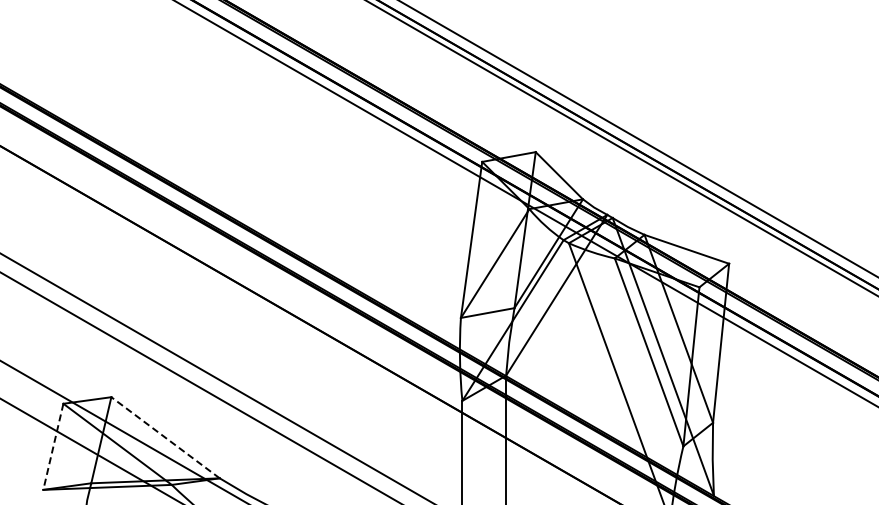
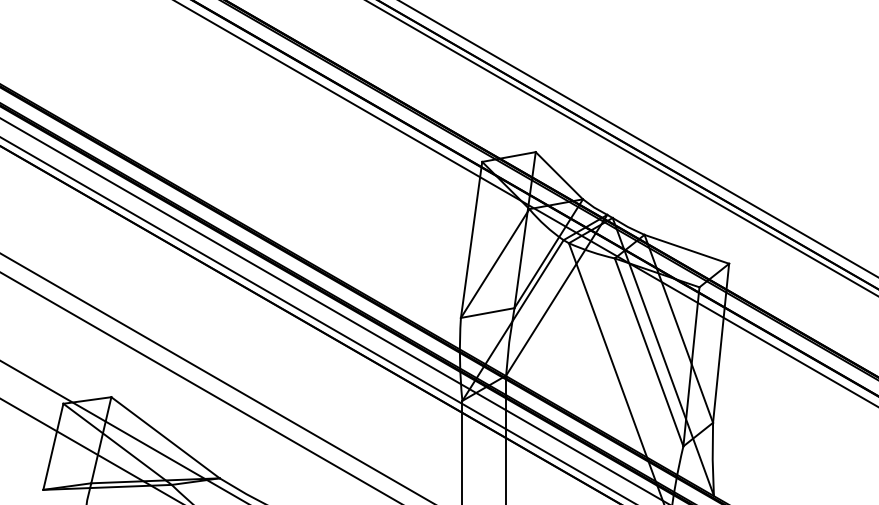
line at (333, 310): none -> present
line at (316, 319): none -> present
line at (165, 437): dashed -> solid
line at (53, 447): dashed -> solid
